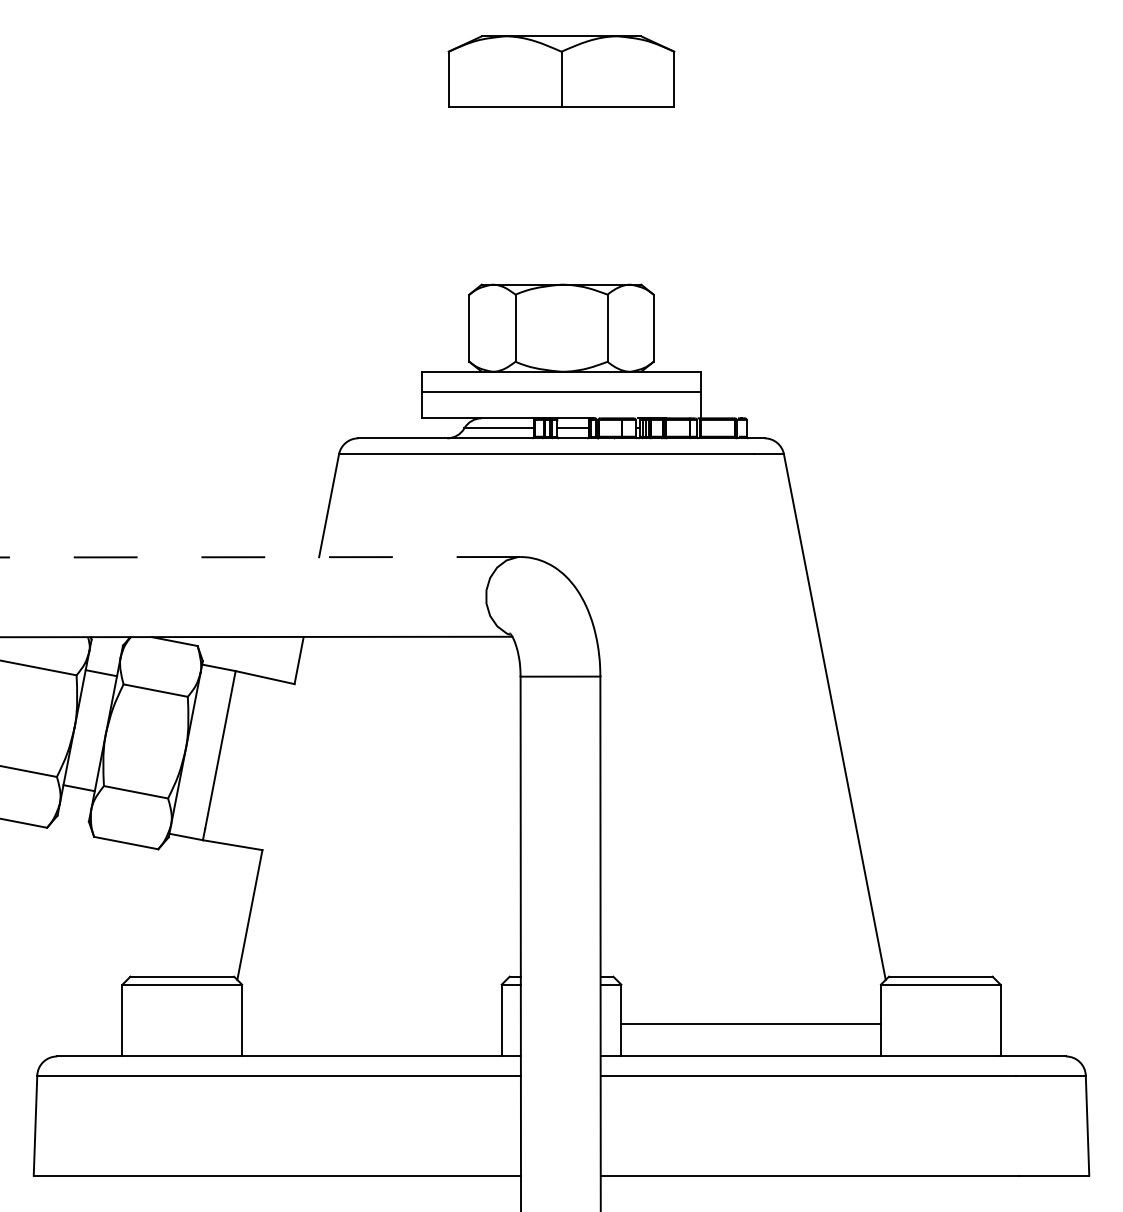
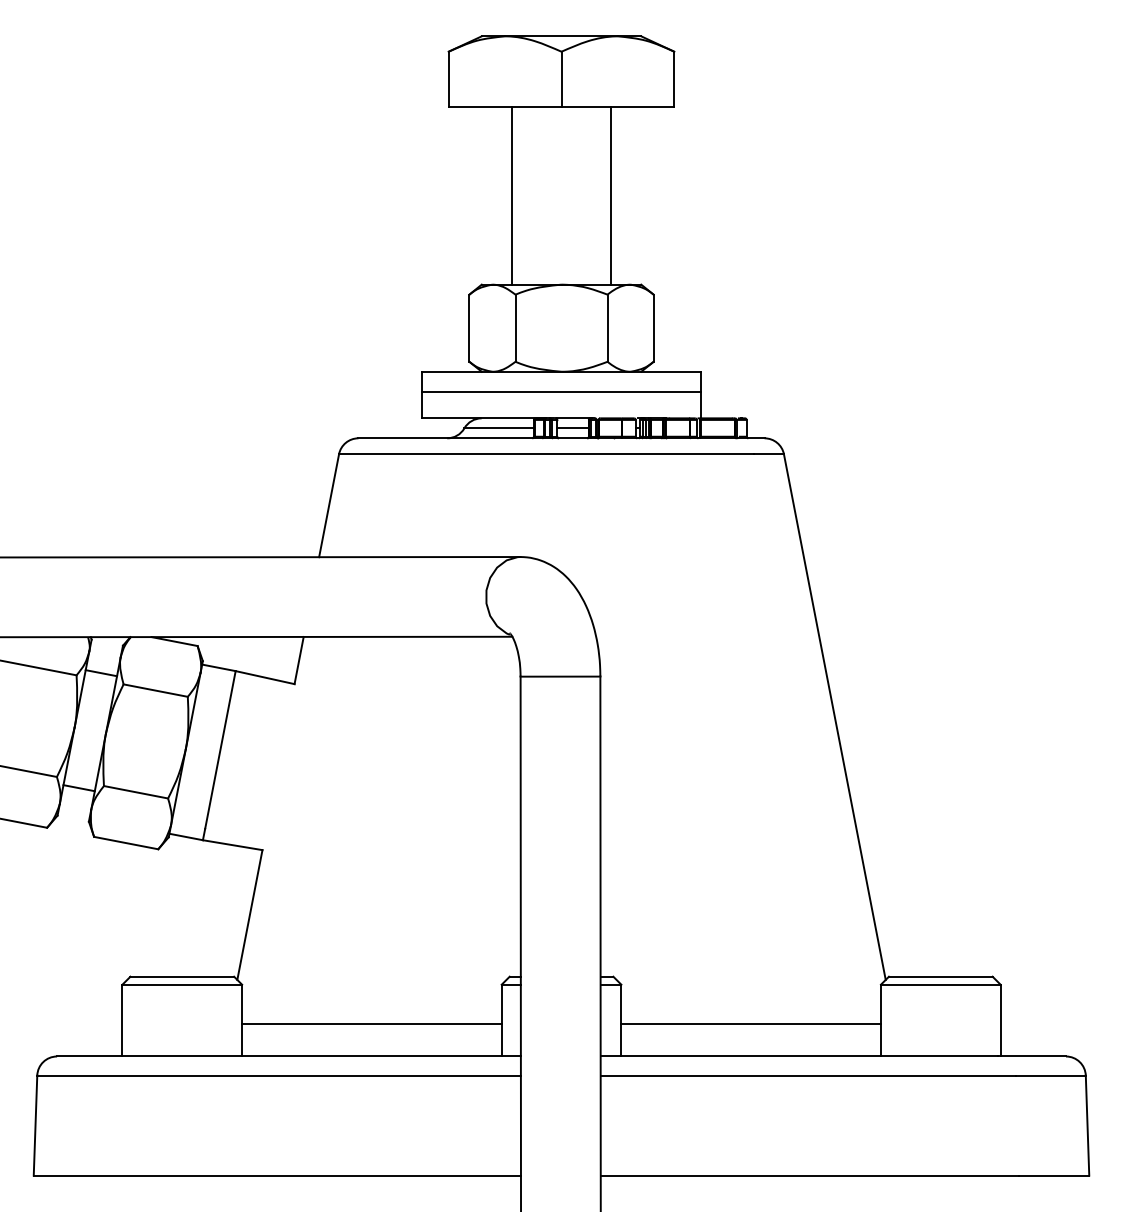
line at (511, 195): none -> present
line at (611, 195): none -> present
line at (260, 557): dashed -> solid
line at (371, 1024): none -> present
